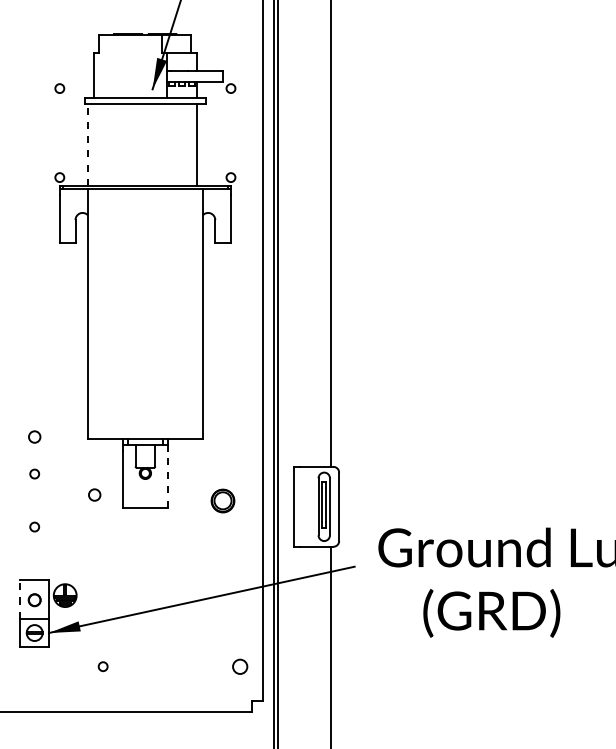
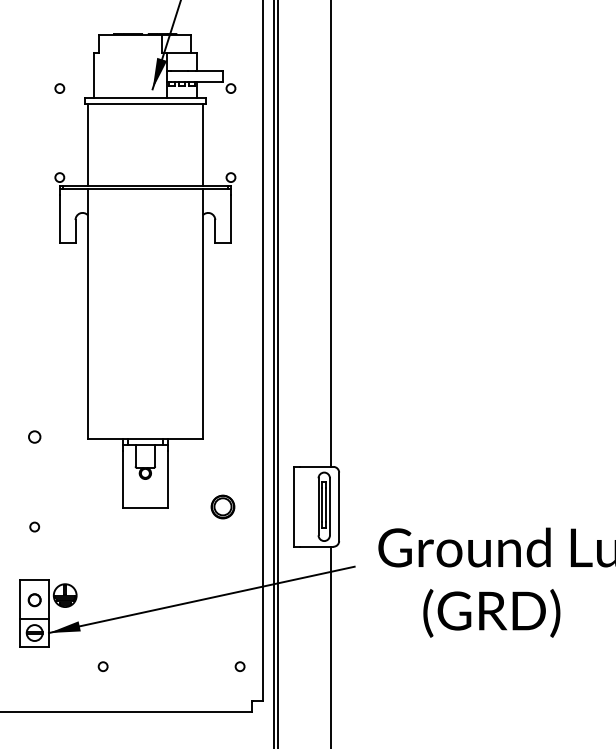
line at (87, 144): dashed -> solid
line at (196, 144) position: (196, 144) -> (202, 144)
circle at (34, 473): present -> none
line at (168, 479): dashed -> solid
circle at (94, 494): present -> none
part at (222, 500) position: (222, 500) -> (222, 506)
line at (20, 599): dashed -> solid
circle at (240, 666) size: 17x17 px -> 12x11 px
